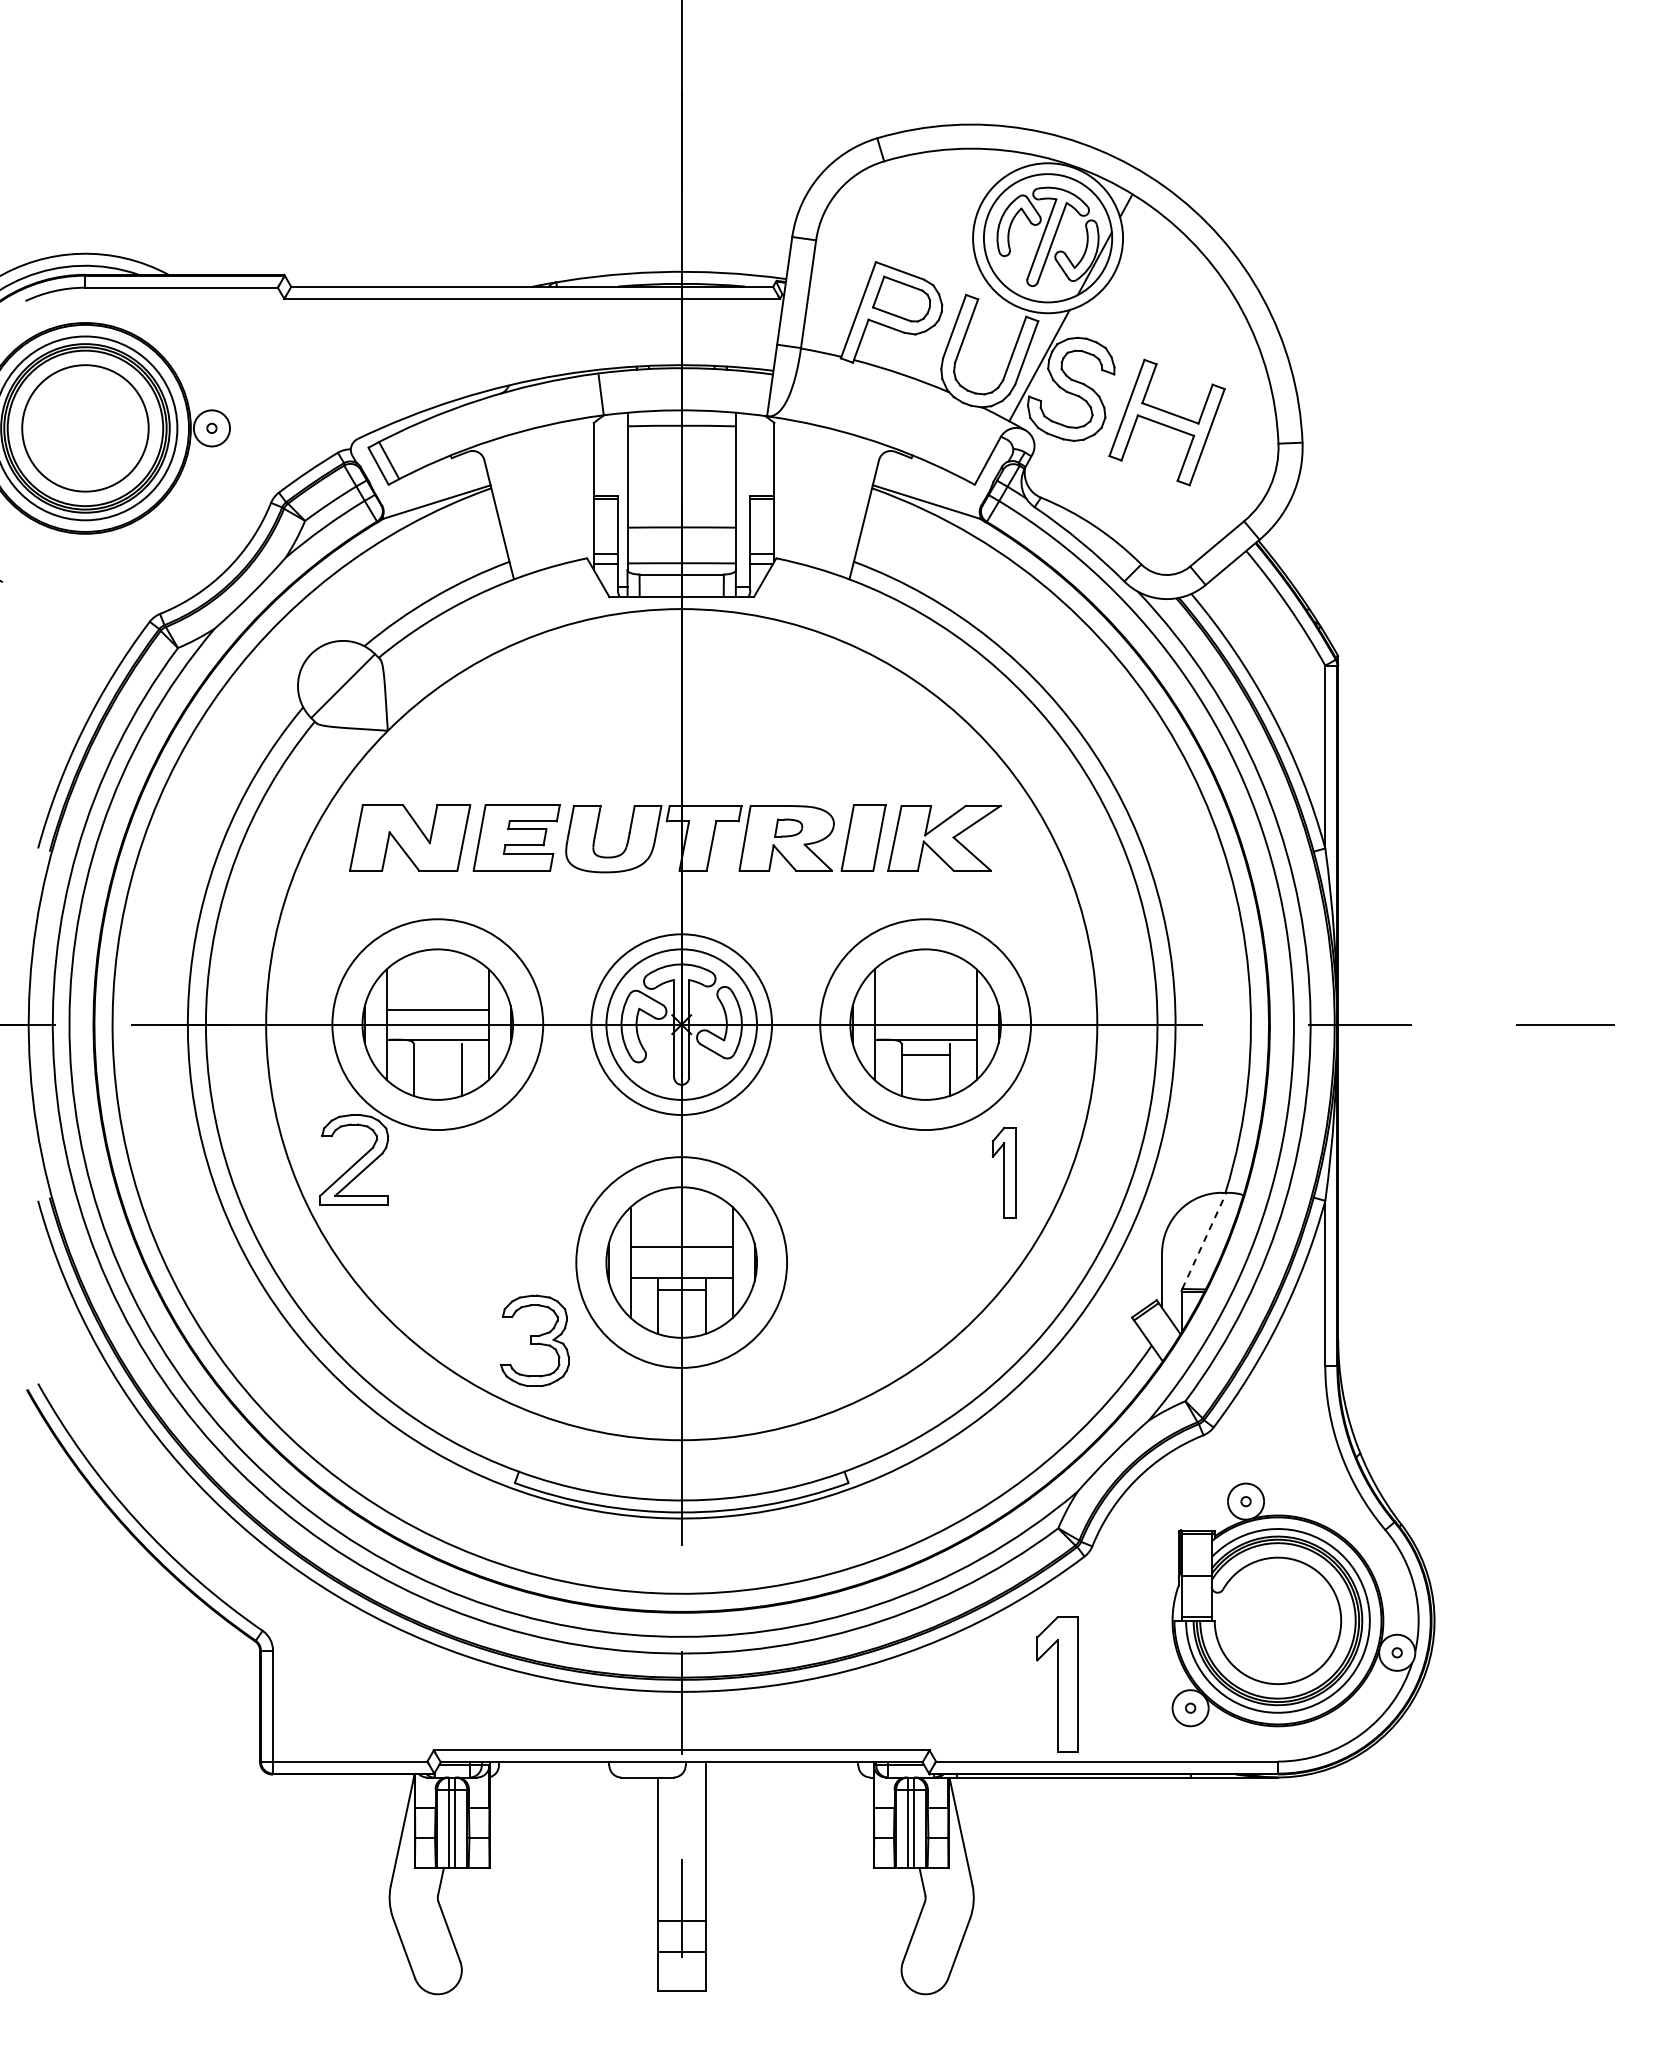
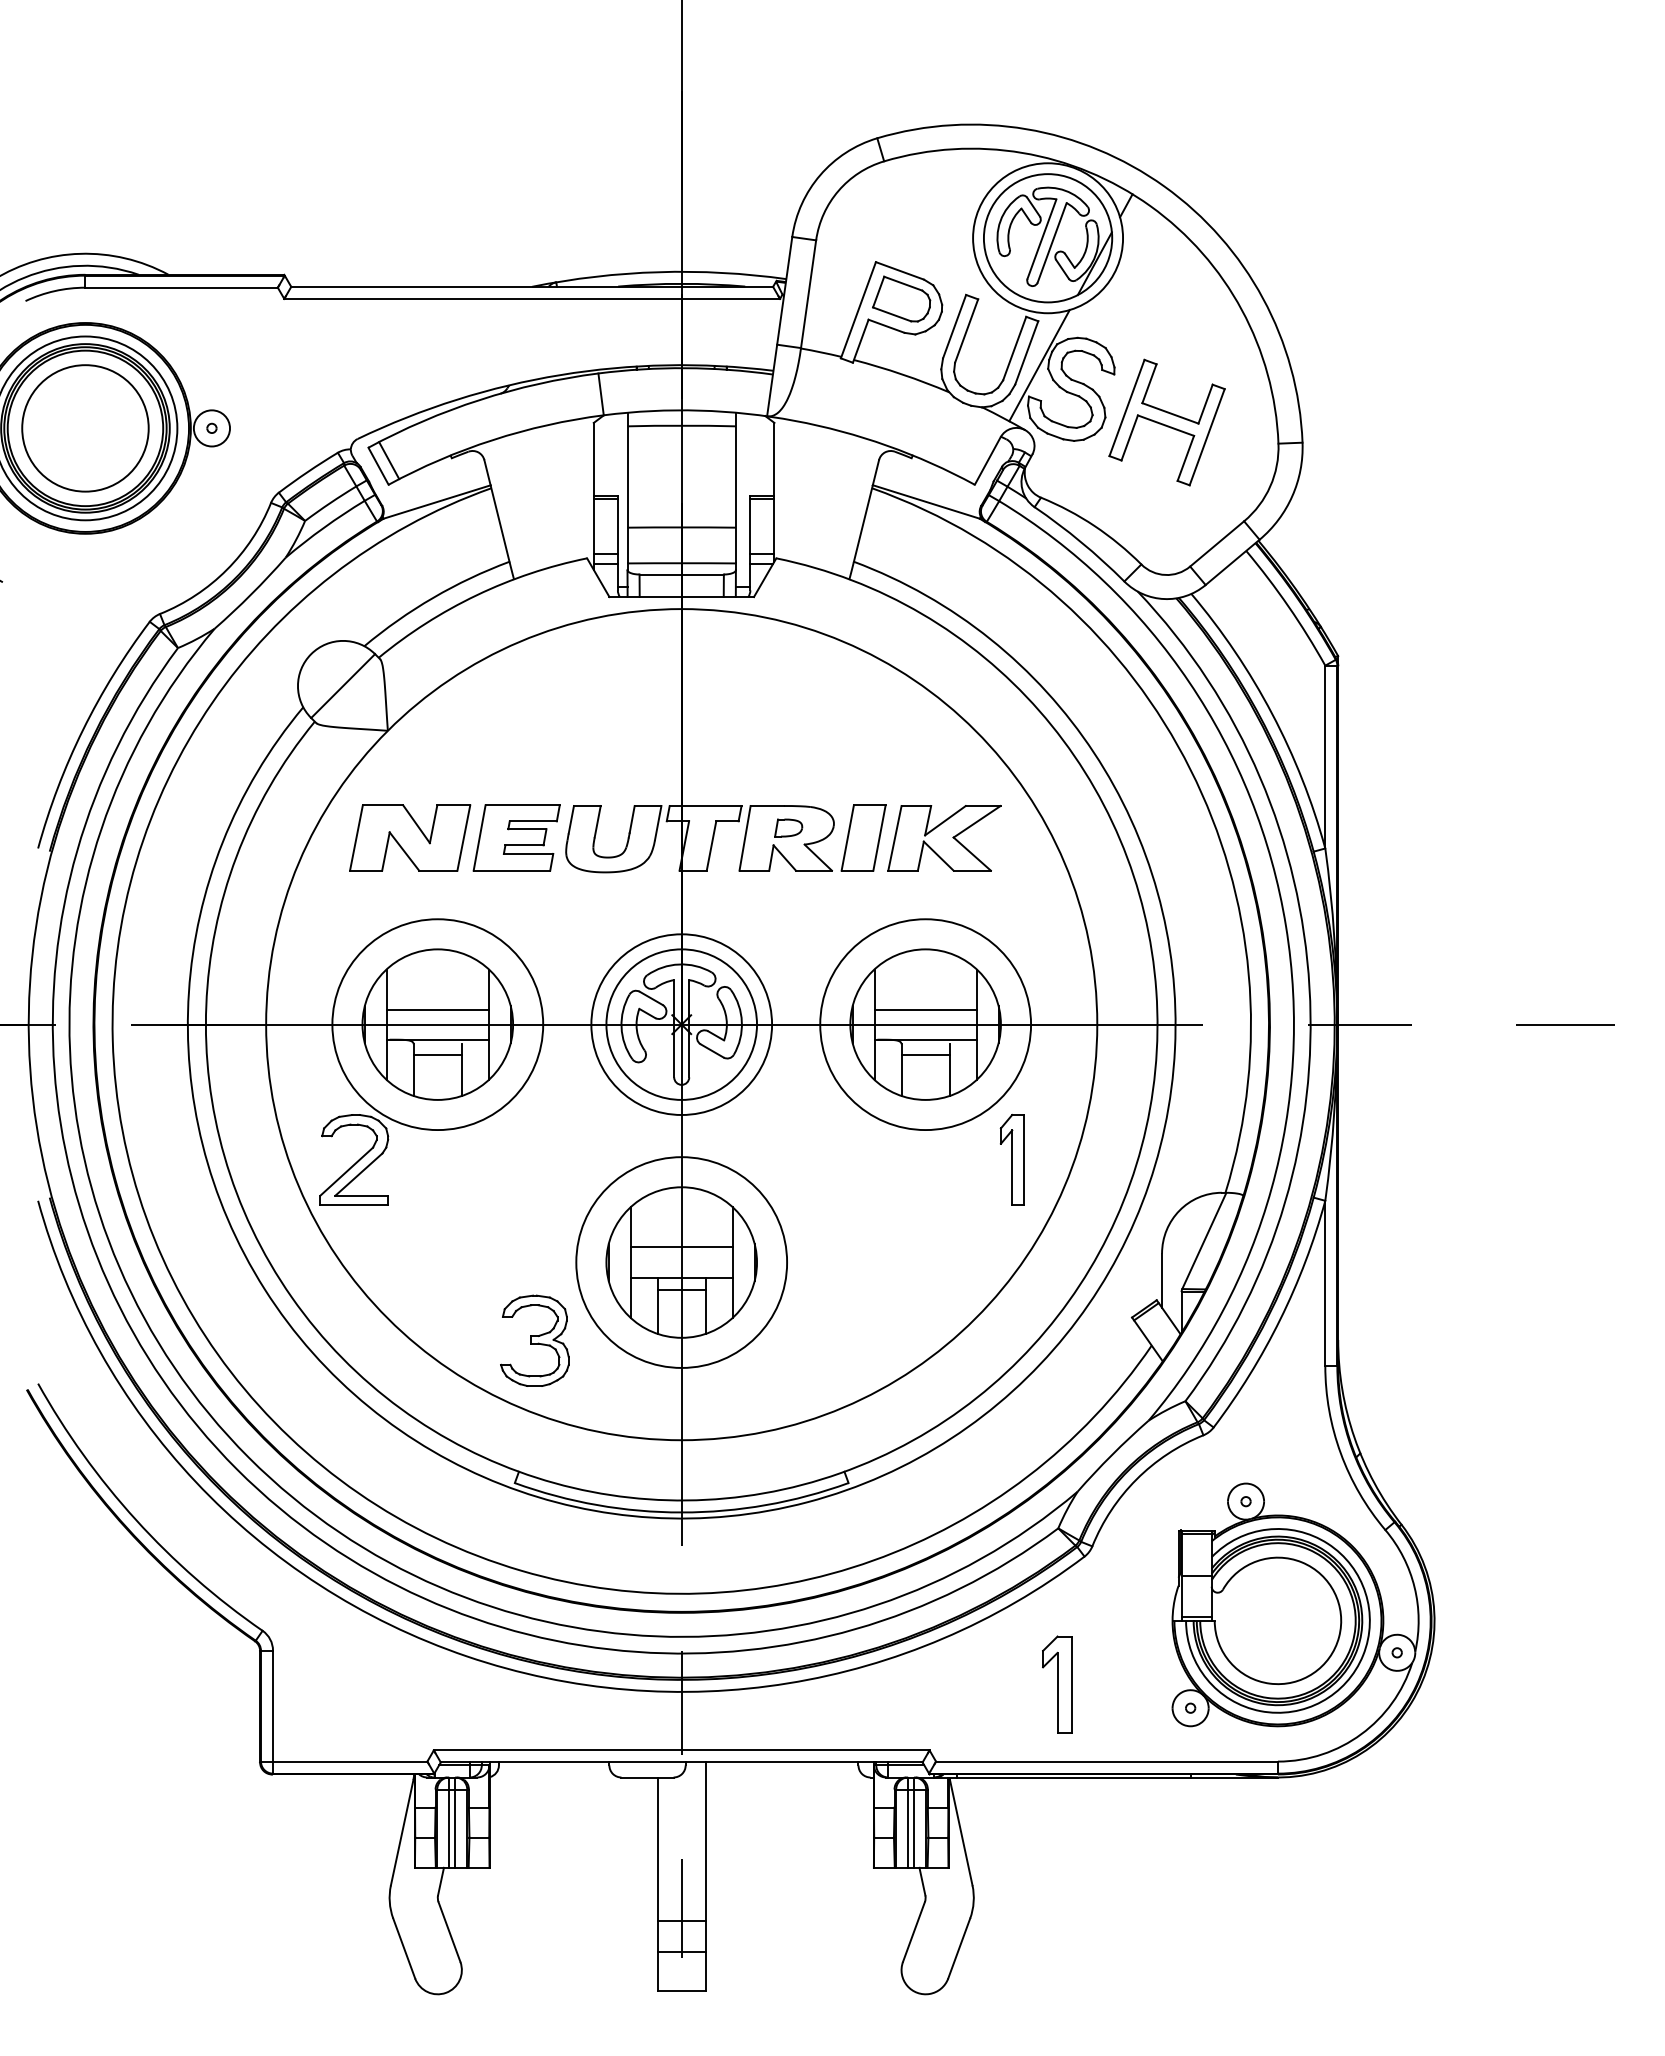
line at (925, 1009): none -> present
line at (437, 1054): none -> present
part at (1003, 1172) position: (1003, 1172) -> (1011, 1159)
line at (1204, 1241): dashed -> solid
part at (1057, 1684) size: 43x137 px -> 31x99 px
